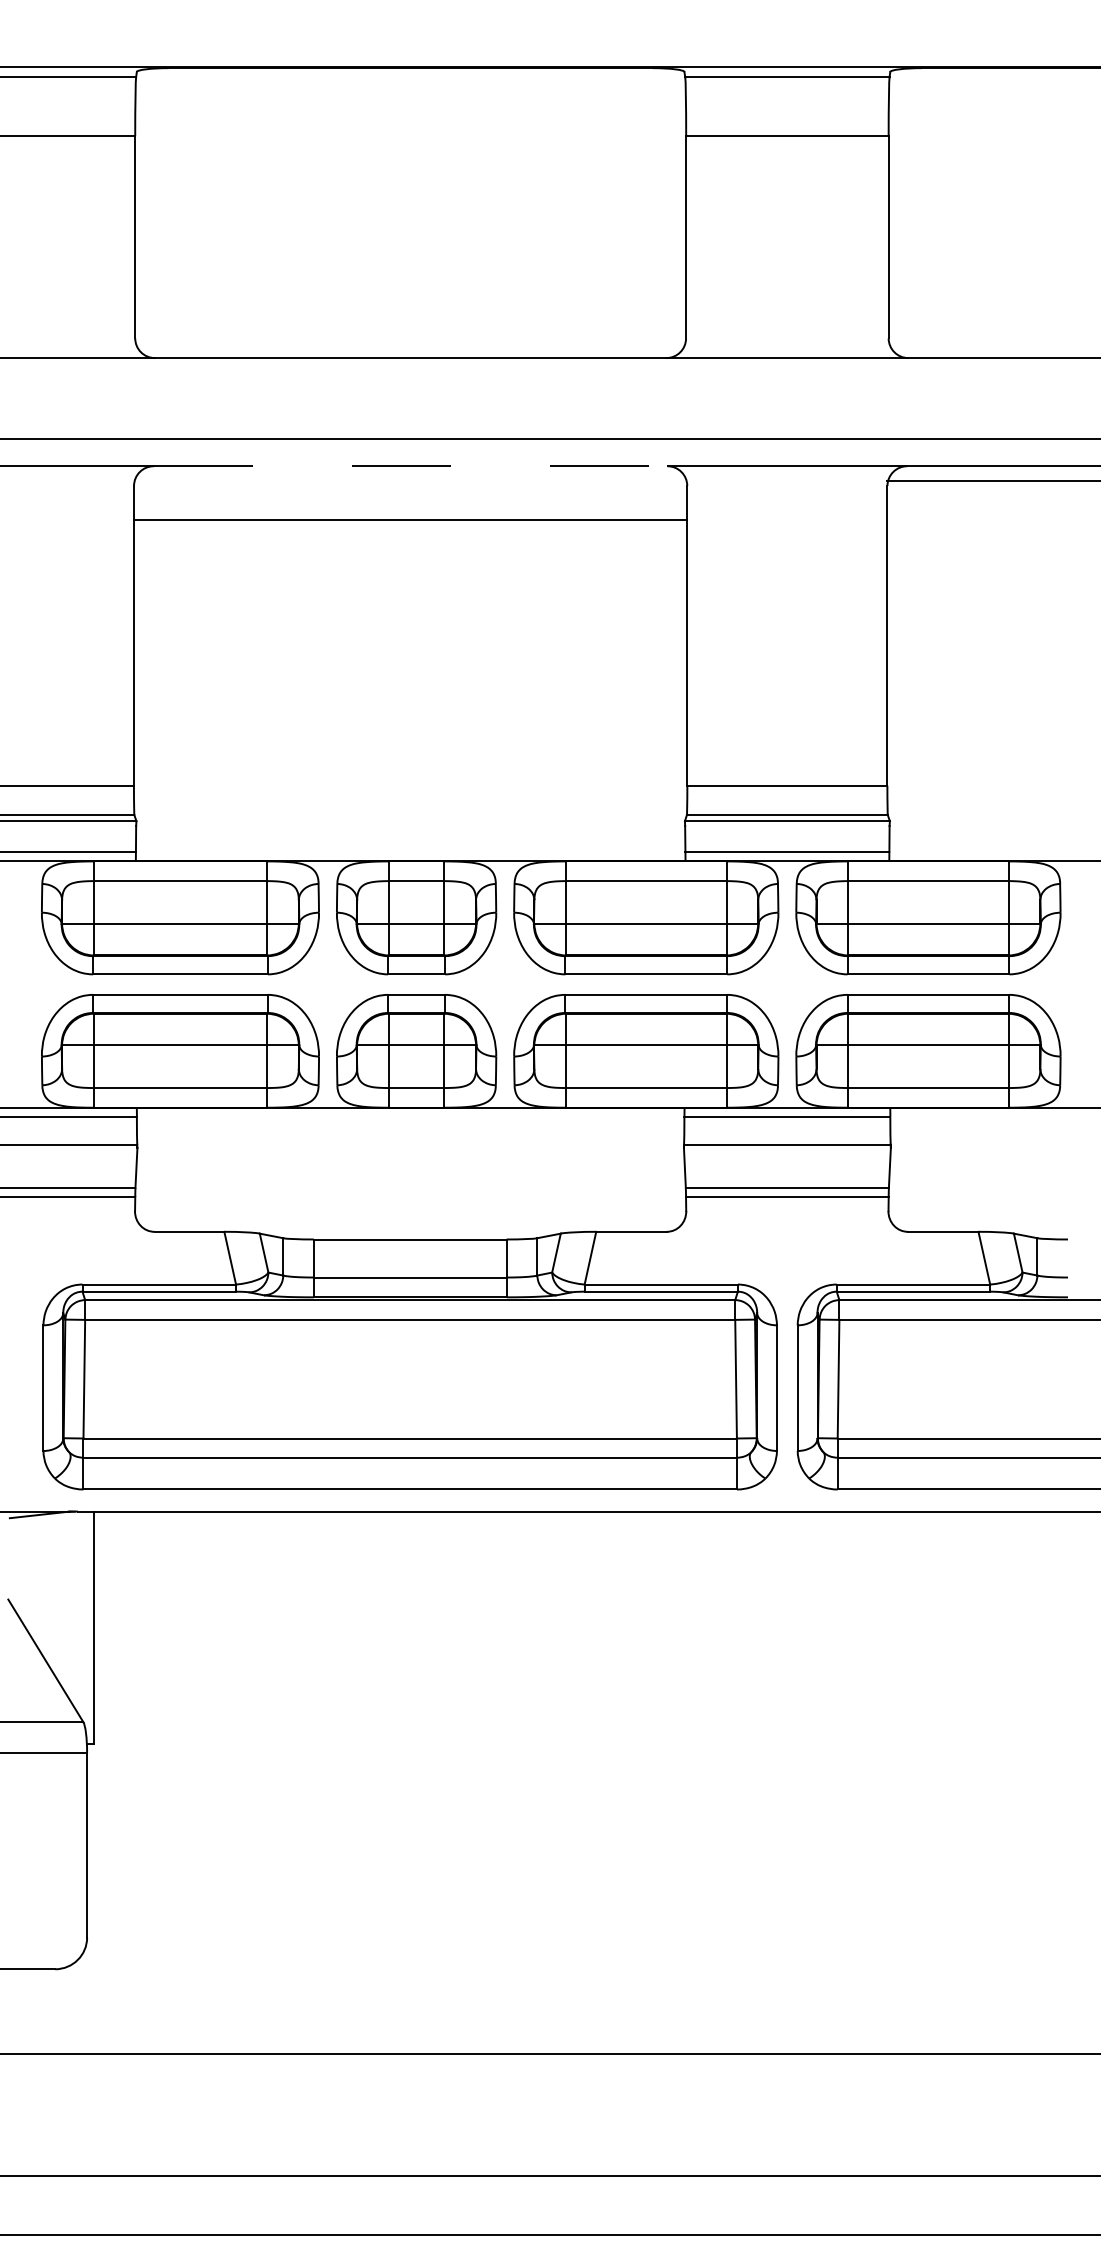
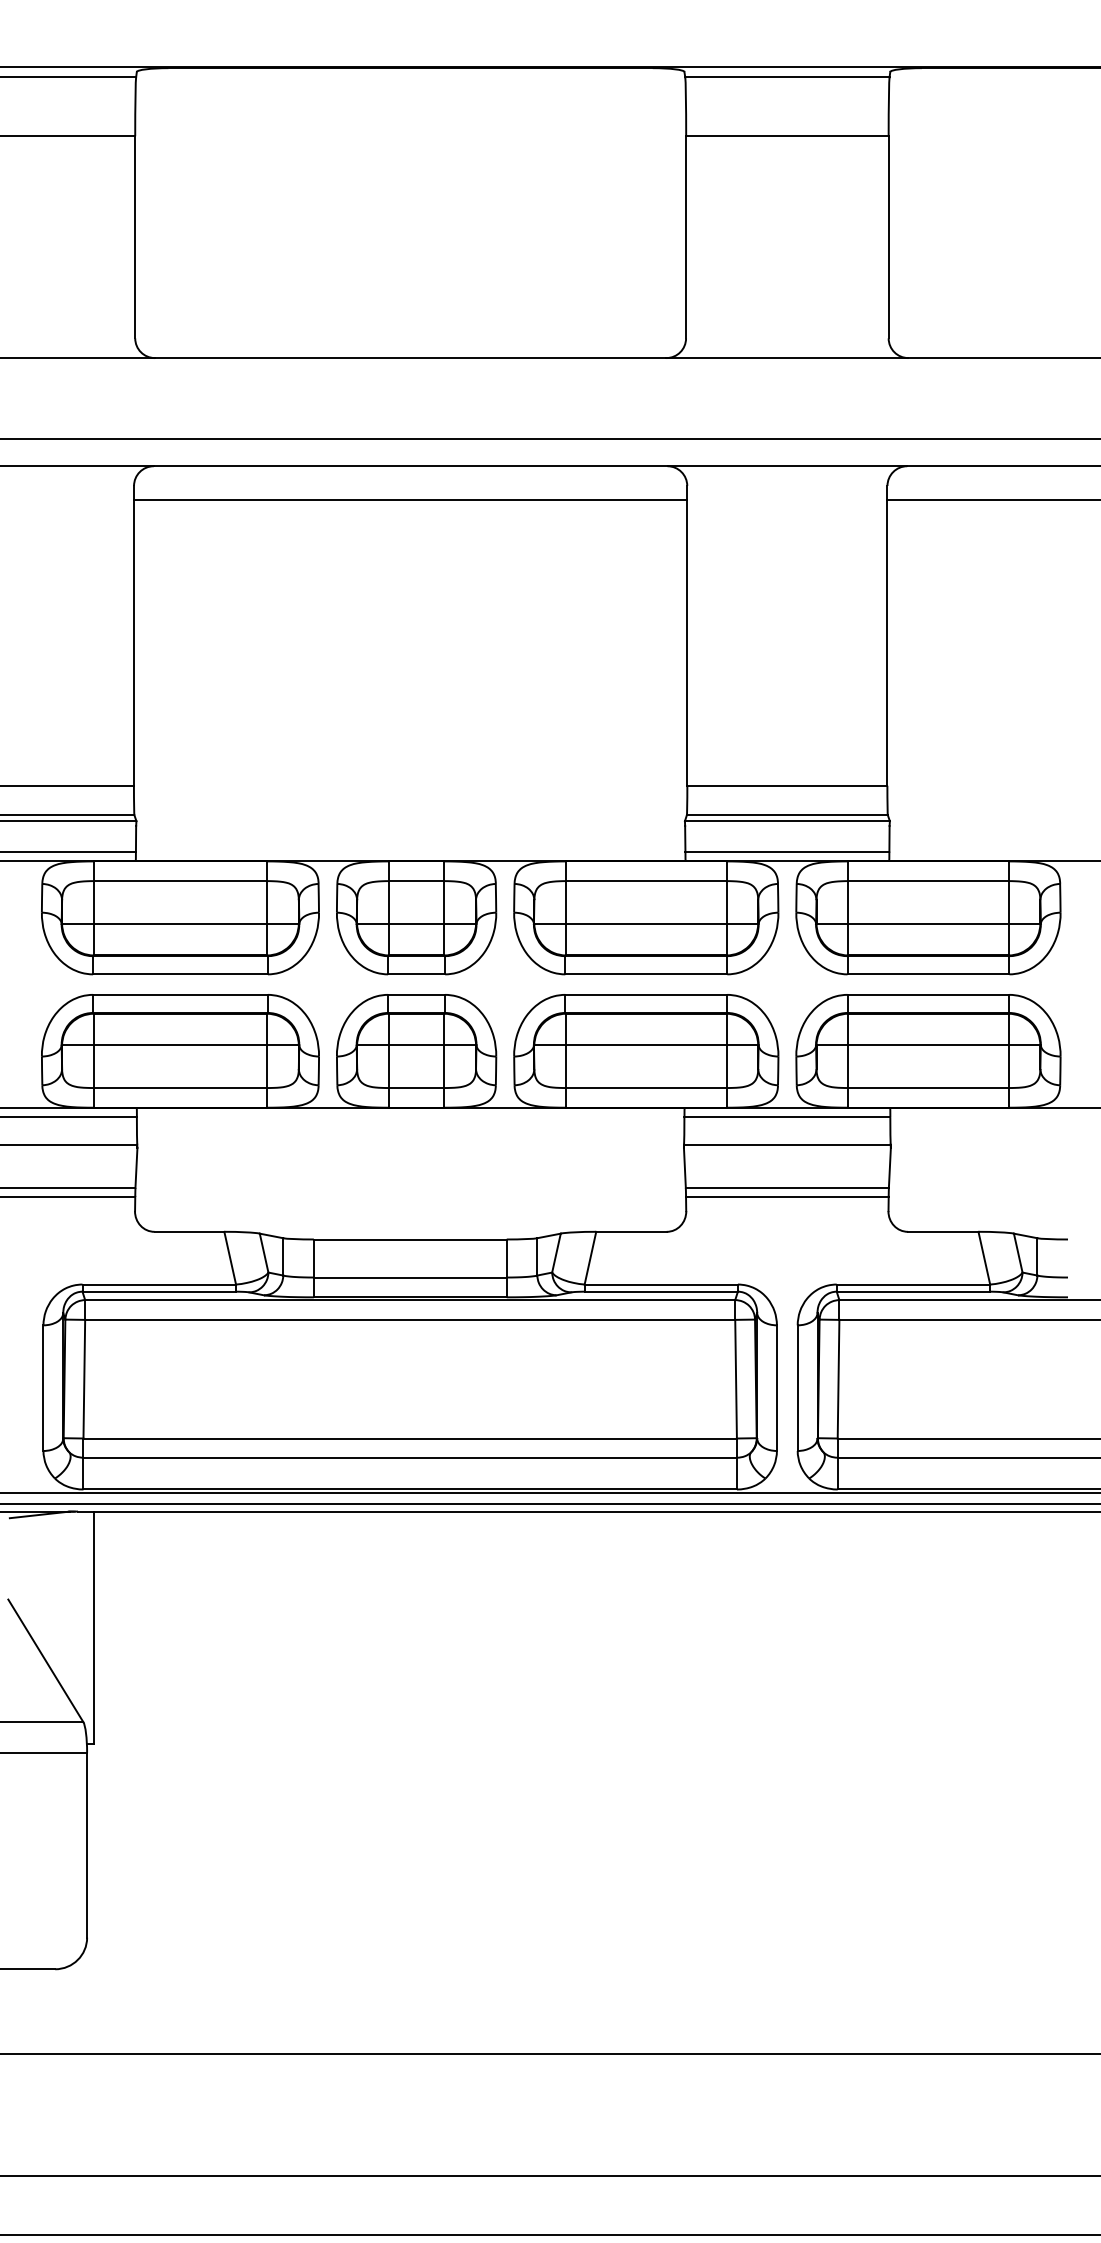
line at (410, 466): dashed -> solid
line at (992, 480) position: (992, 480) -> (992, 499)
line at (410, 519) position: (410, 519) -> (410, 499)
line at (549, 1492): none -> present
line at (549, 1504): none -> present
